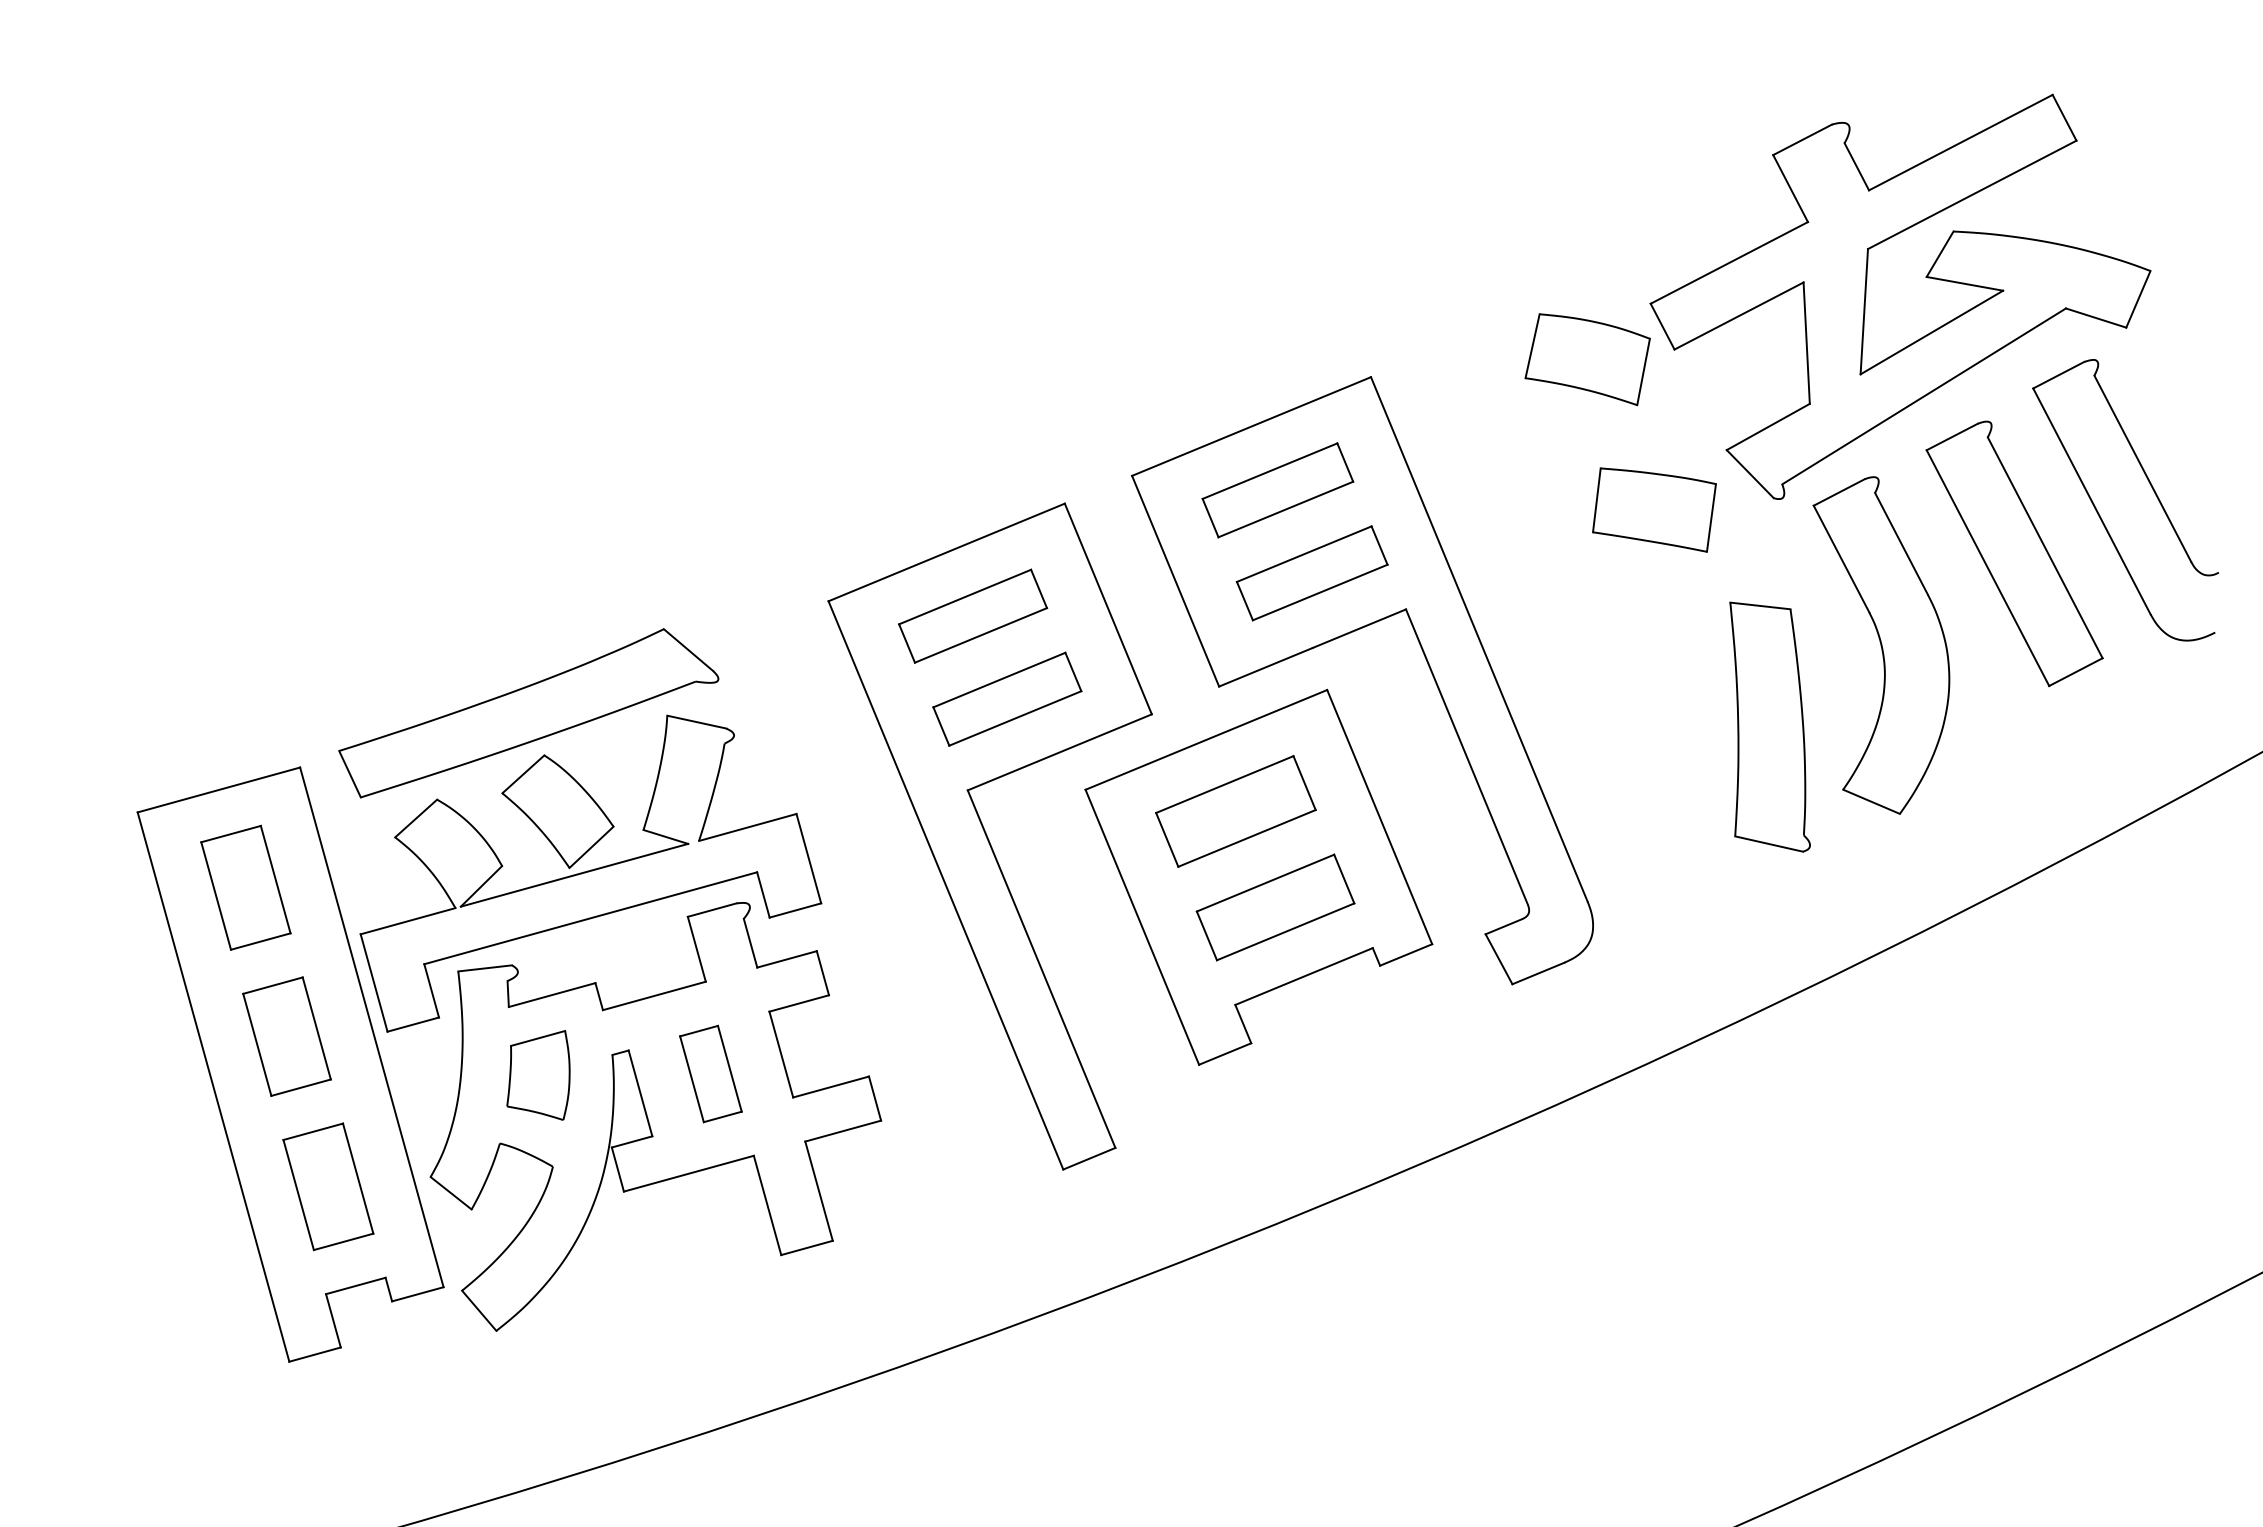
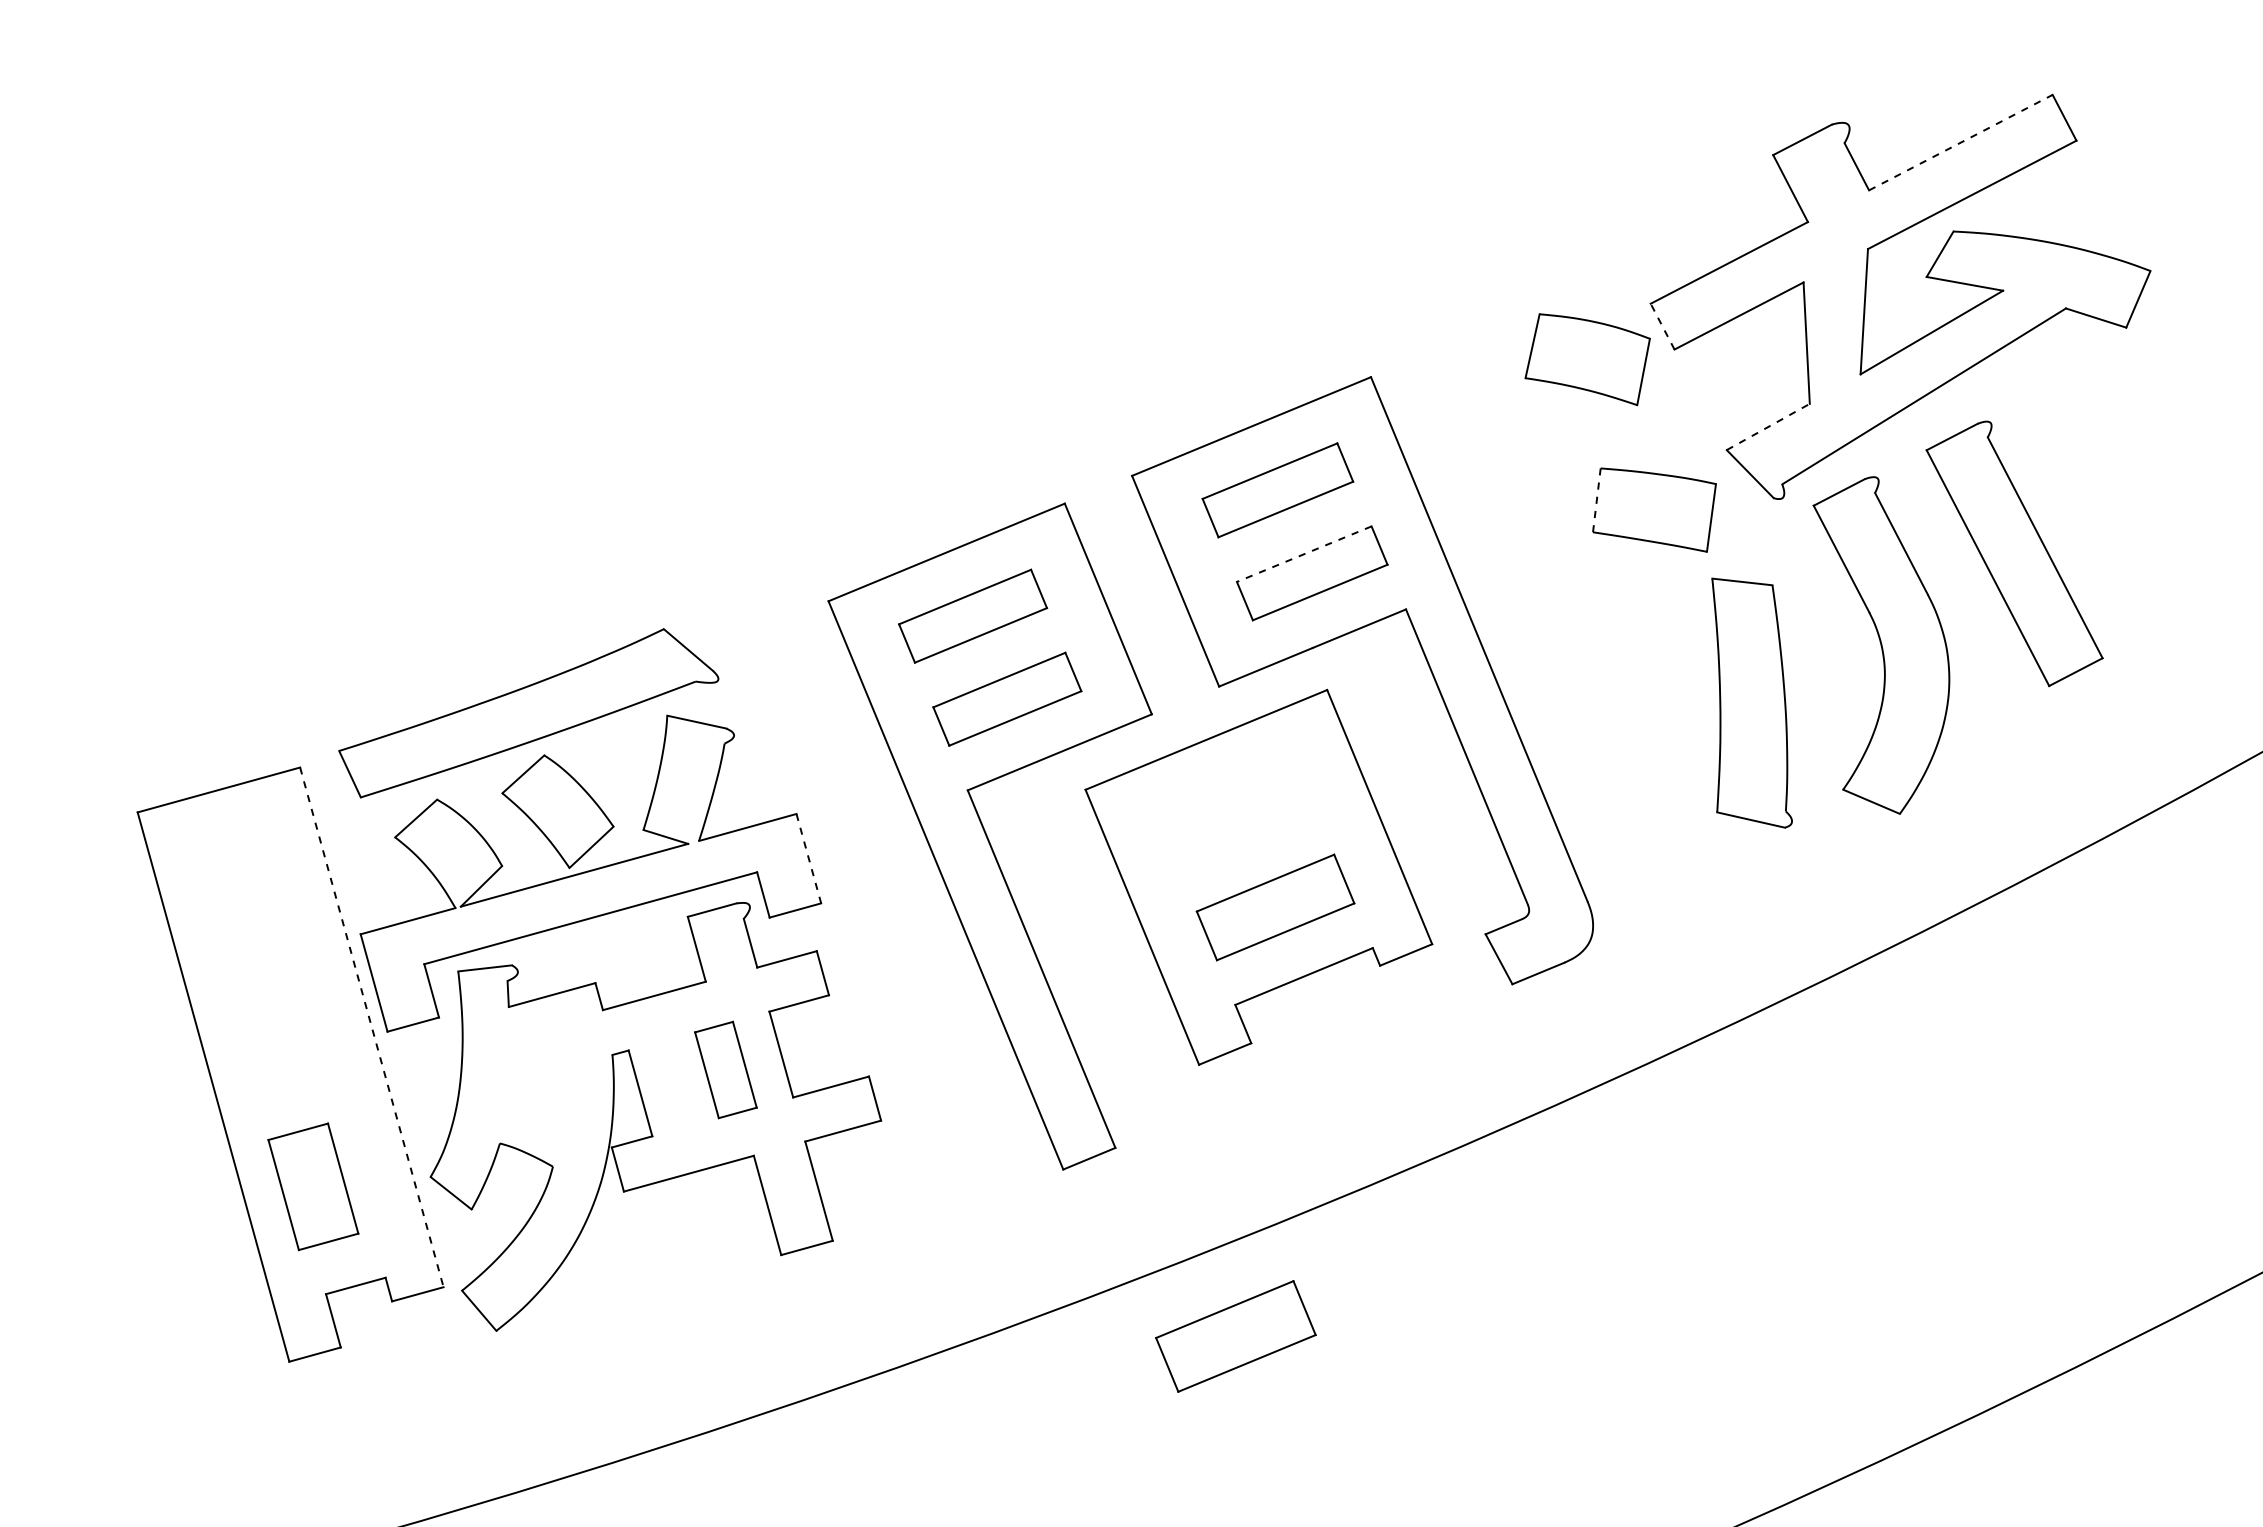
line at (1961, 142): solid -> dashed
line at (1662, 326): solid -> dashed
line at (1768, 426): solid -> dashed
part at (2151, 487): present -> none
line at (1596, 499): solid -> dashed
line at (1304, 554): solid -> dashed
part at (1769, 726) position: (1769, 726) -> (1751, 702)
part at (1235, 811) position: (1235, 811) -> (1235, 1336)
line at (808, 859): solid -> dashed
part at (245, 887): present -> none
line at (371, 1027): solid -> dashed
part at (286, 1036): present -> none
part at (710, 1073) position: (710, 1073) -> (725, 1069)
part at (538, 1075): present -> none
part at (328, 1186) position: (328, 1186) -> (313, 1186)
